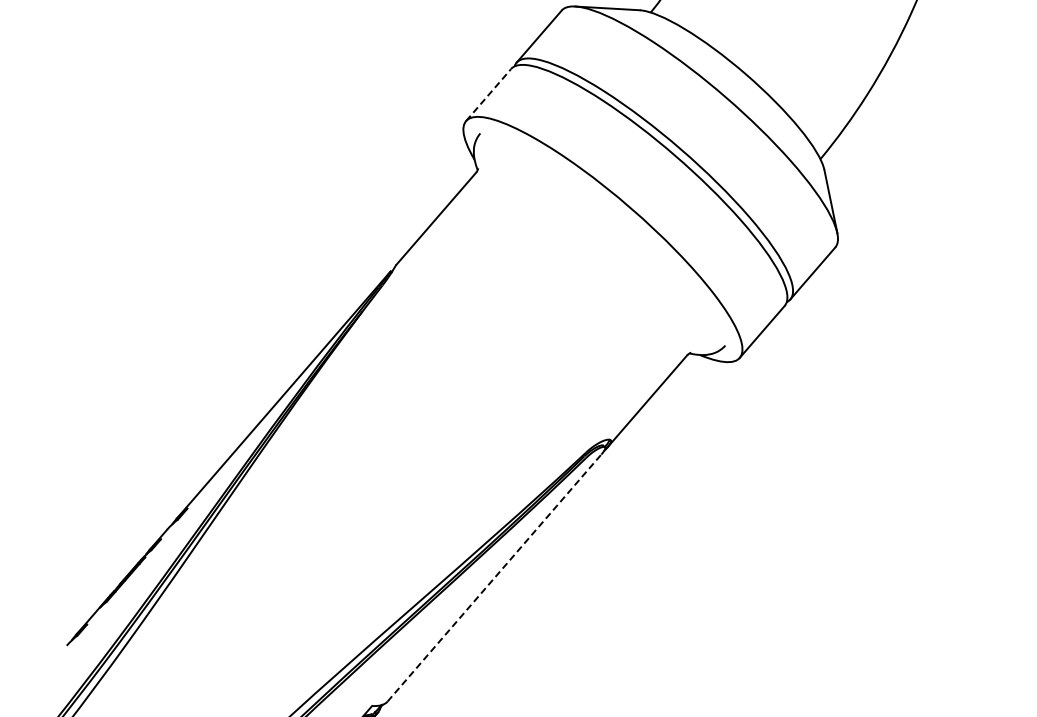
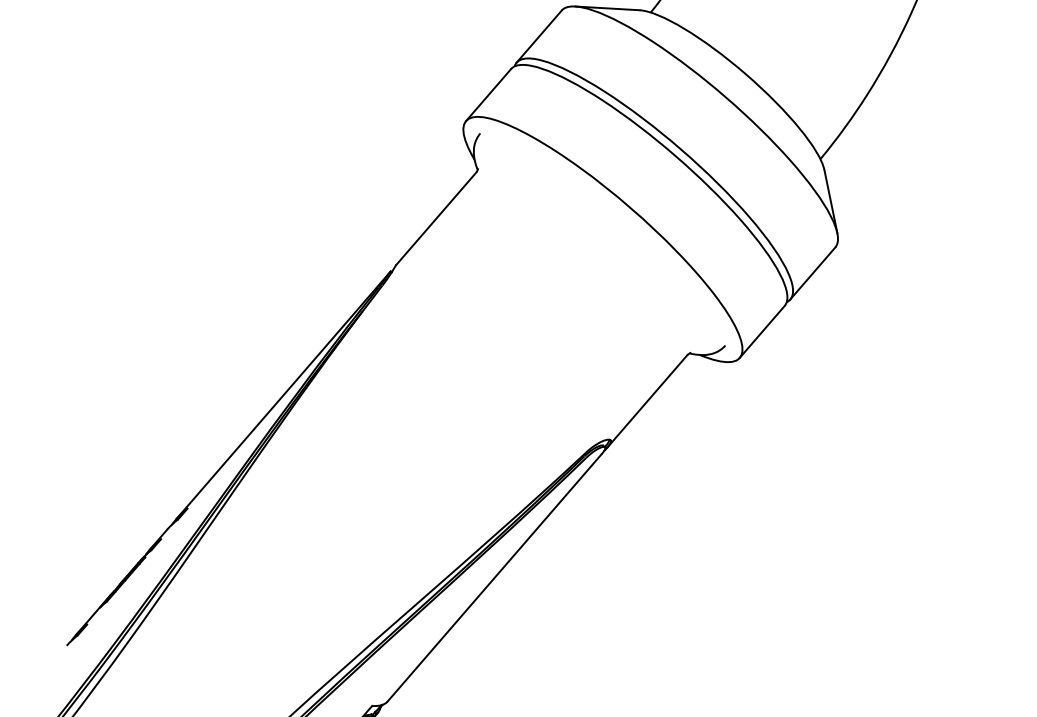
line at (488, 94): dashed -> solid
line at (494, 577): dashed -> solid
